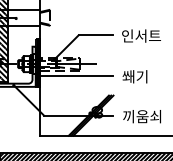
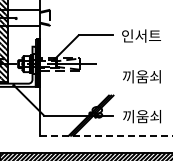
line at (76, 75): present -> none
text at (141, 76): 쐐기 -> 끼움쇠
line at (106, 135): solid -> dashed
